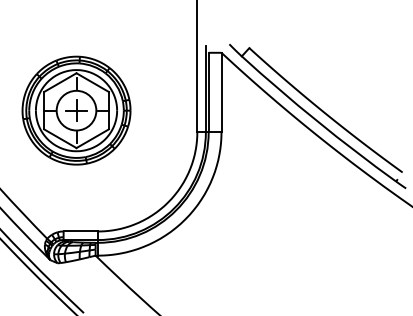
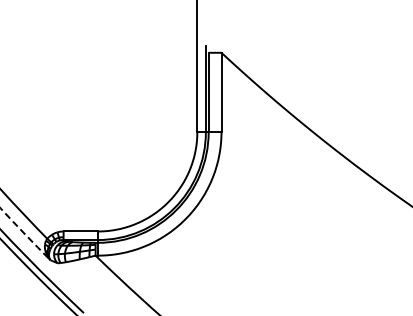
part at (76, 110): present -> none
part at (317, 116): present -> none
arc at (25, 234): solid -> dashed
